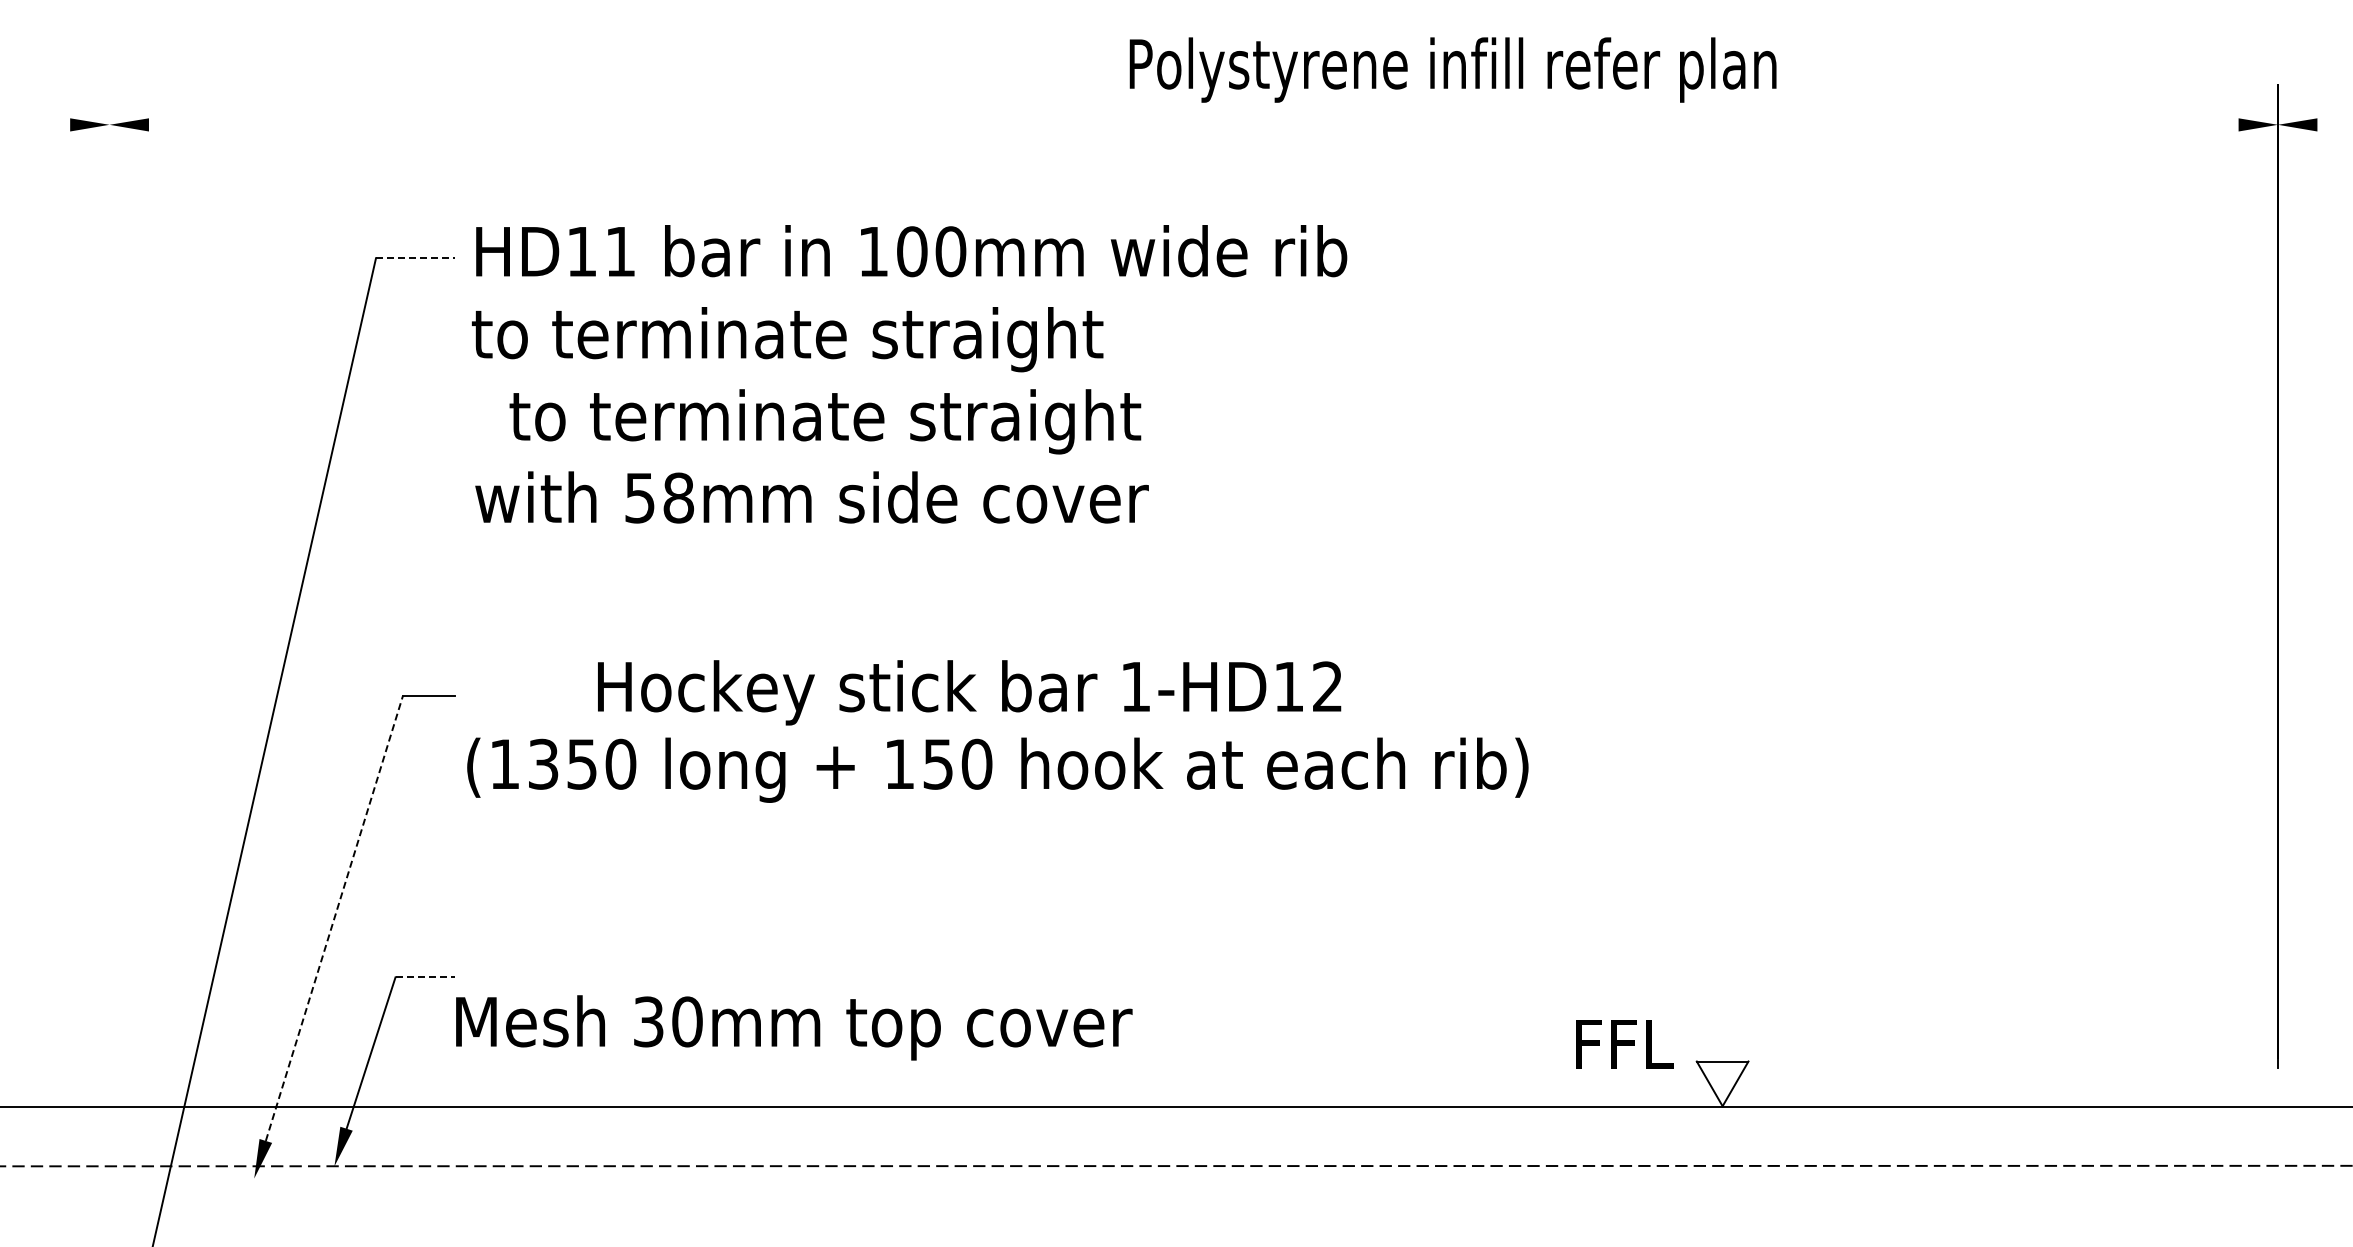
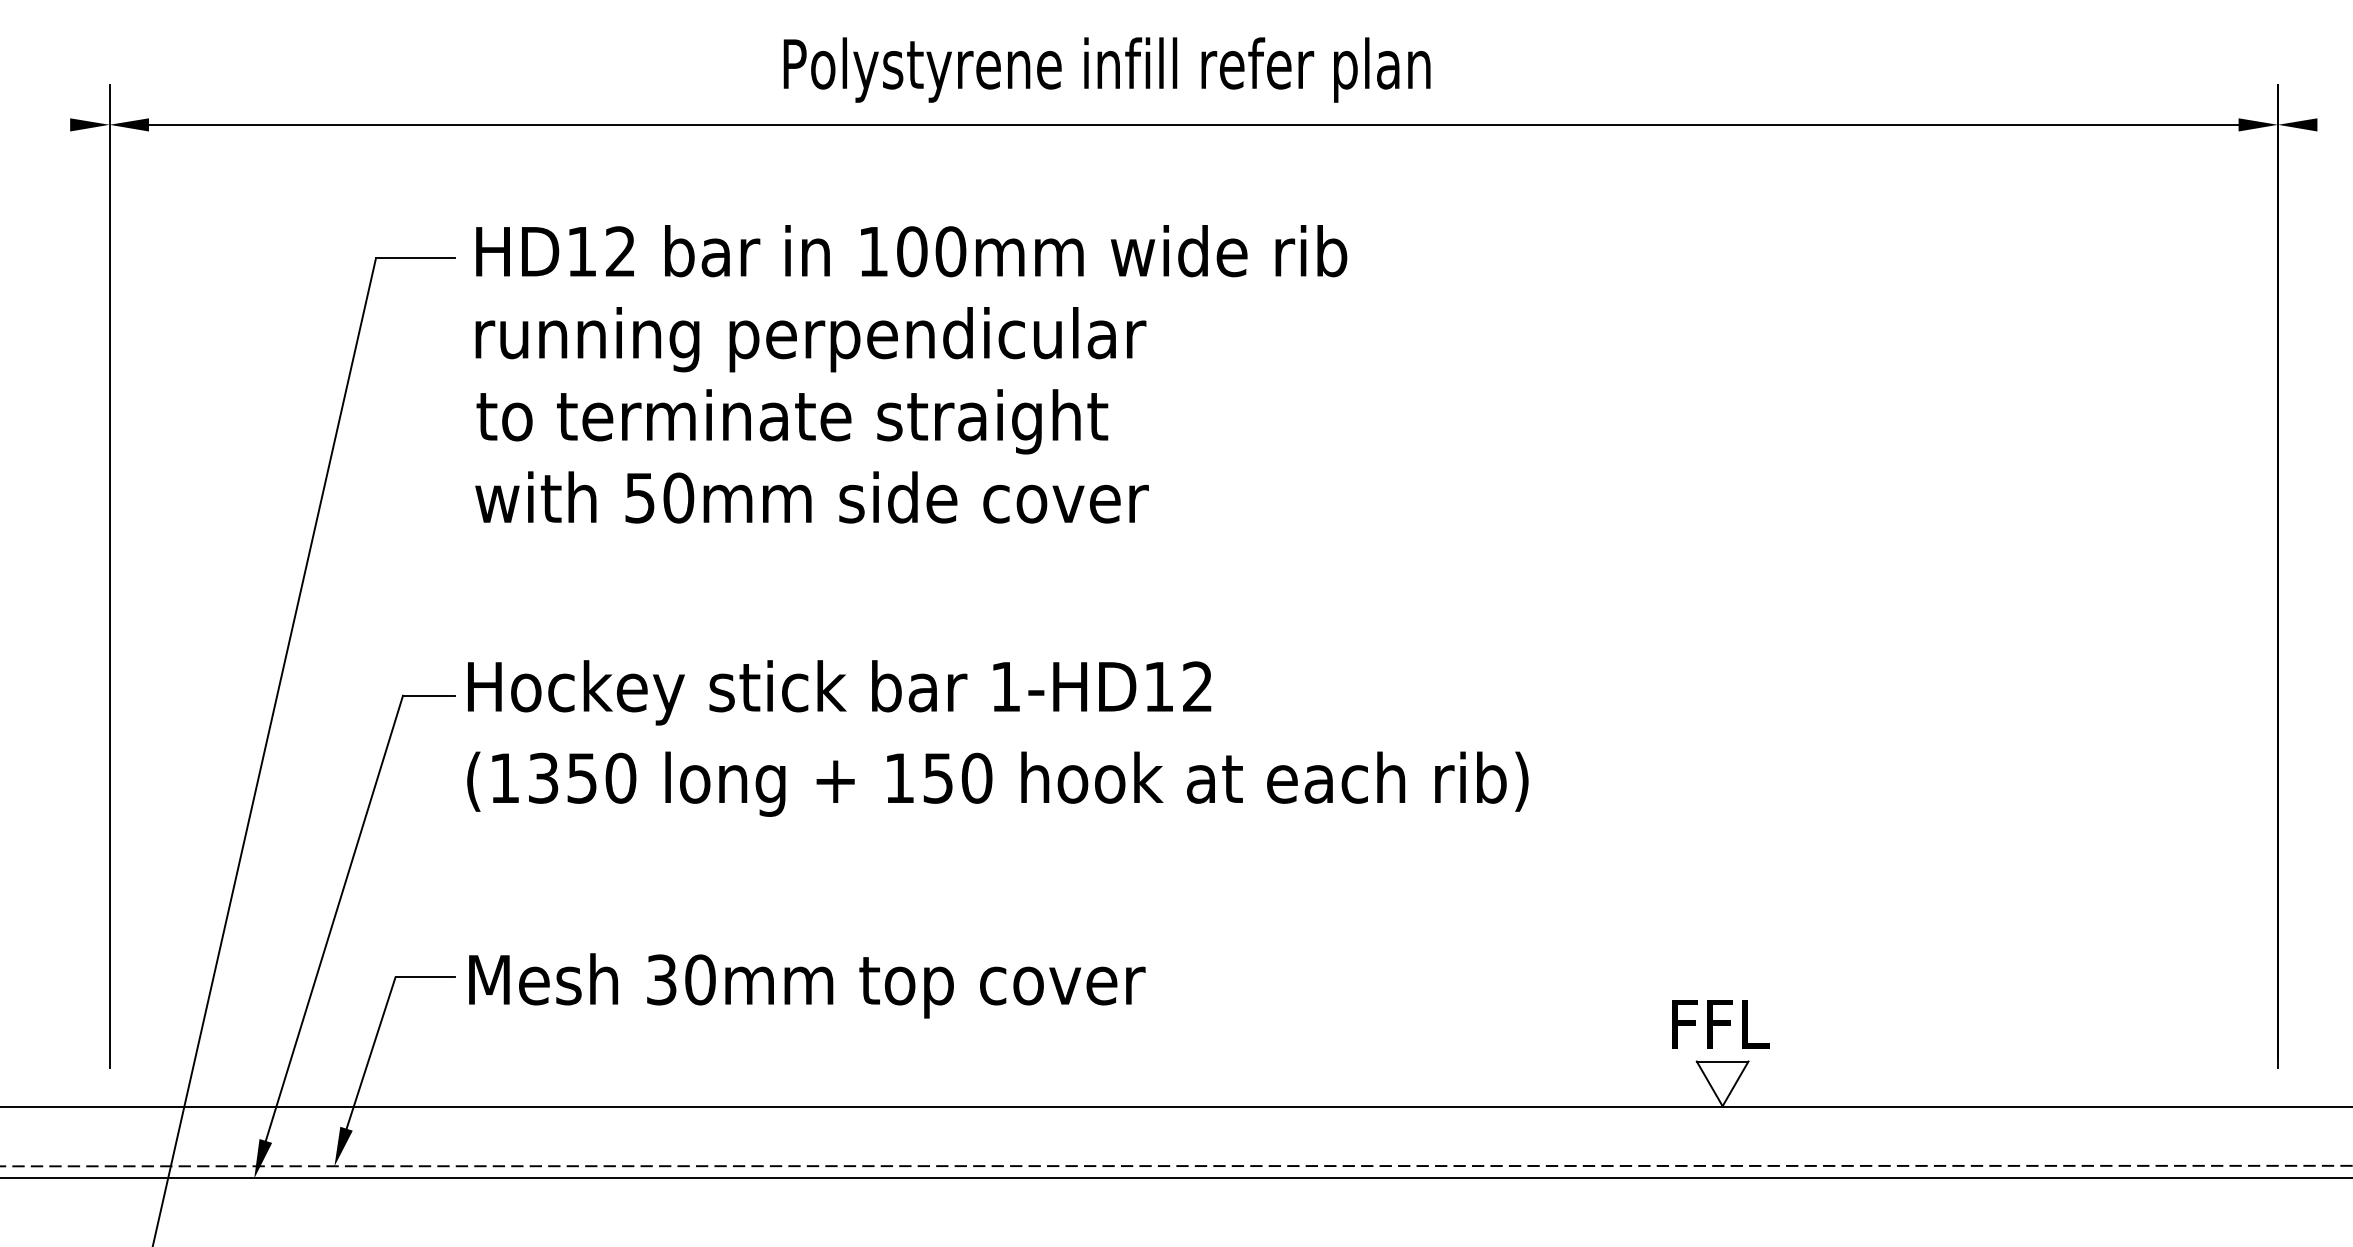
text at (1452, 69) position: (1452, 69) -> (1106, 69)
line at (1193, 124): none -> present
text at (620, 251): HD11 -> HD12
line at (415, 258): dashed -> solid
text at (808, 339): to terminate straight -> running perpendicular
text at (825, 421) position: (825, 421) -> (792, 421)
text at (678, 497): 58mm -> 50mm
line at (109, 576): none -> present
text at (969, 692) position: (969, 692) -> (839, 692)
text at (997, 769) position: (997, 769) -> (997, 783)
line at (334, 918): dashed -> solid
line at (425, 977): dashed -> solid
text at (794, 1027) position: (794, 1027) -> (807, 985)
text at (1624, 1044) position: (1624, 1044) -> (1720, 1024)
line at (1175, 1178): none -> present
